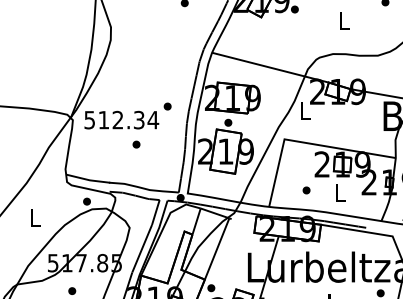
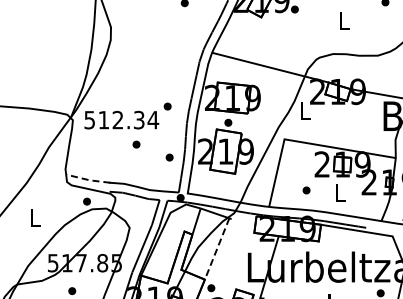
part at (169, 157): none -> present
line at (87, 179): solid -> dashed
line at (217, 248): solid -> dashed
